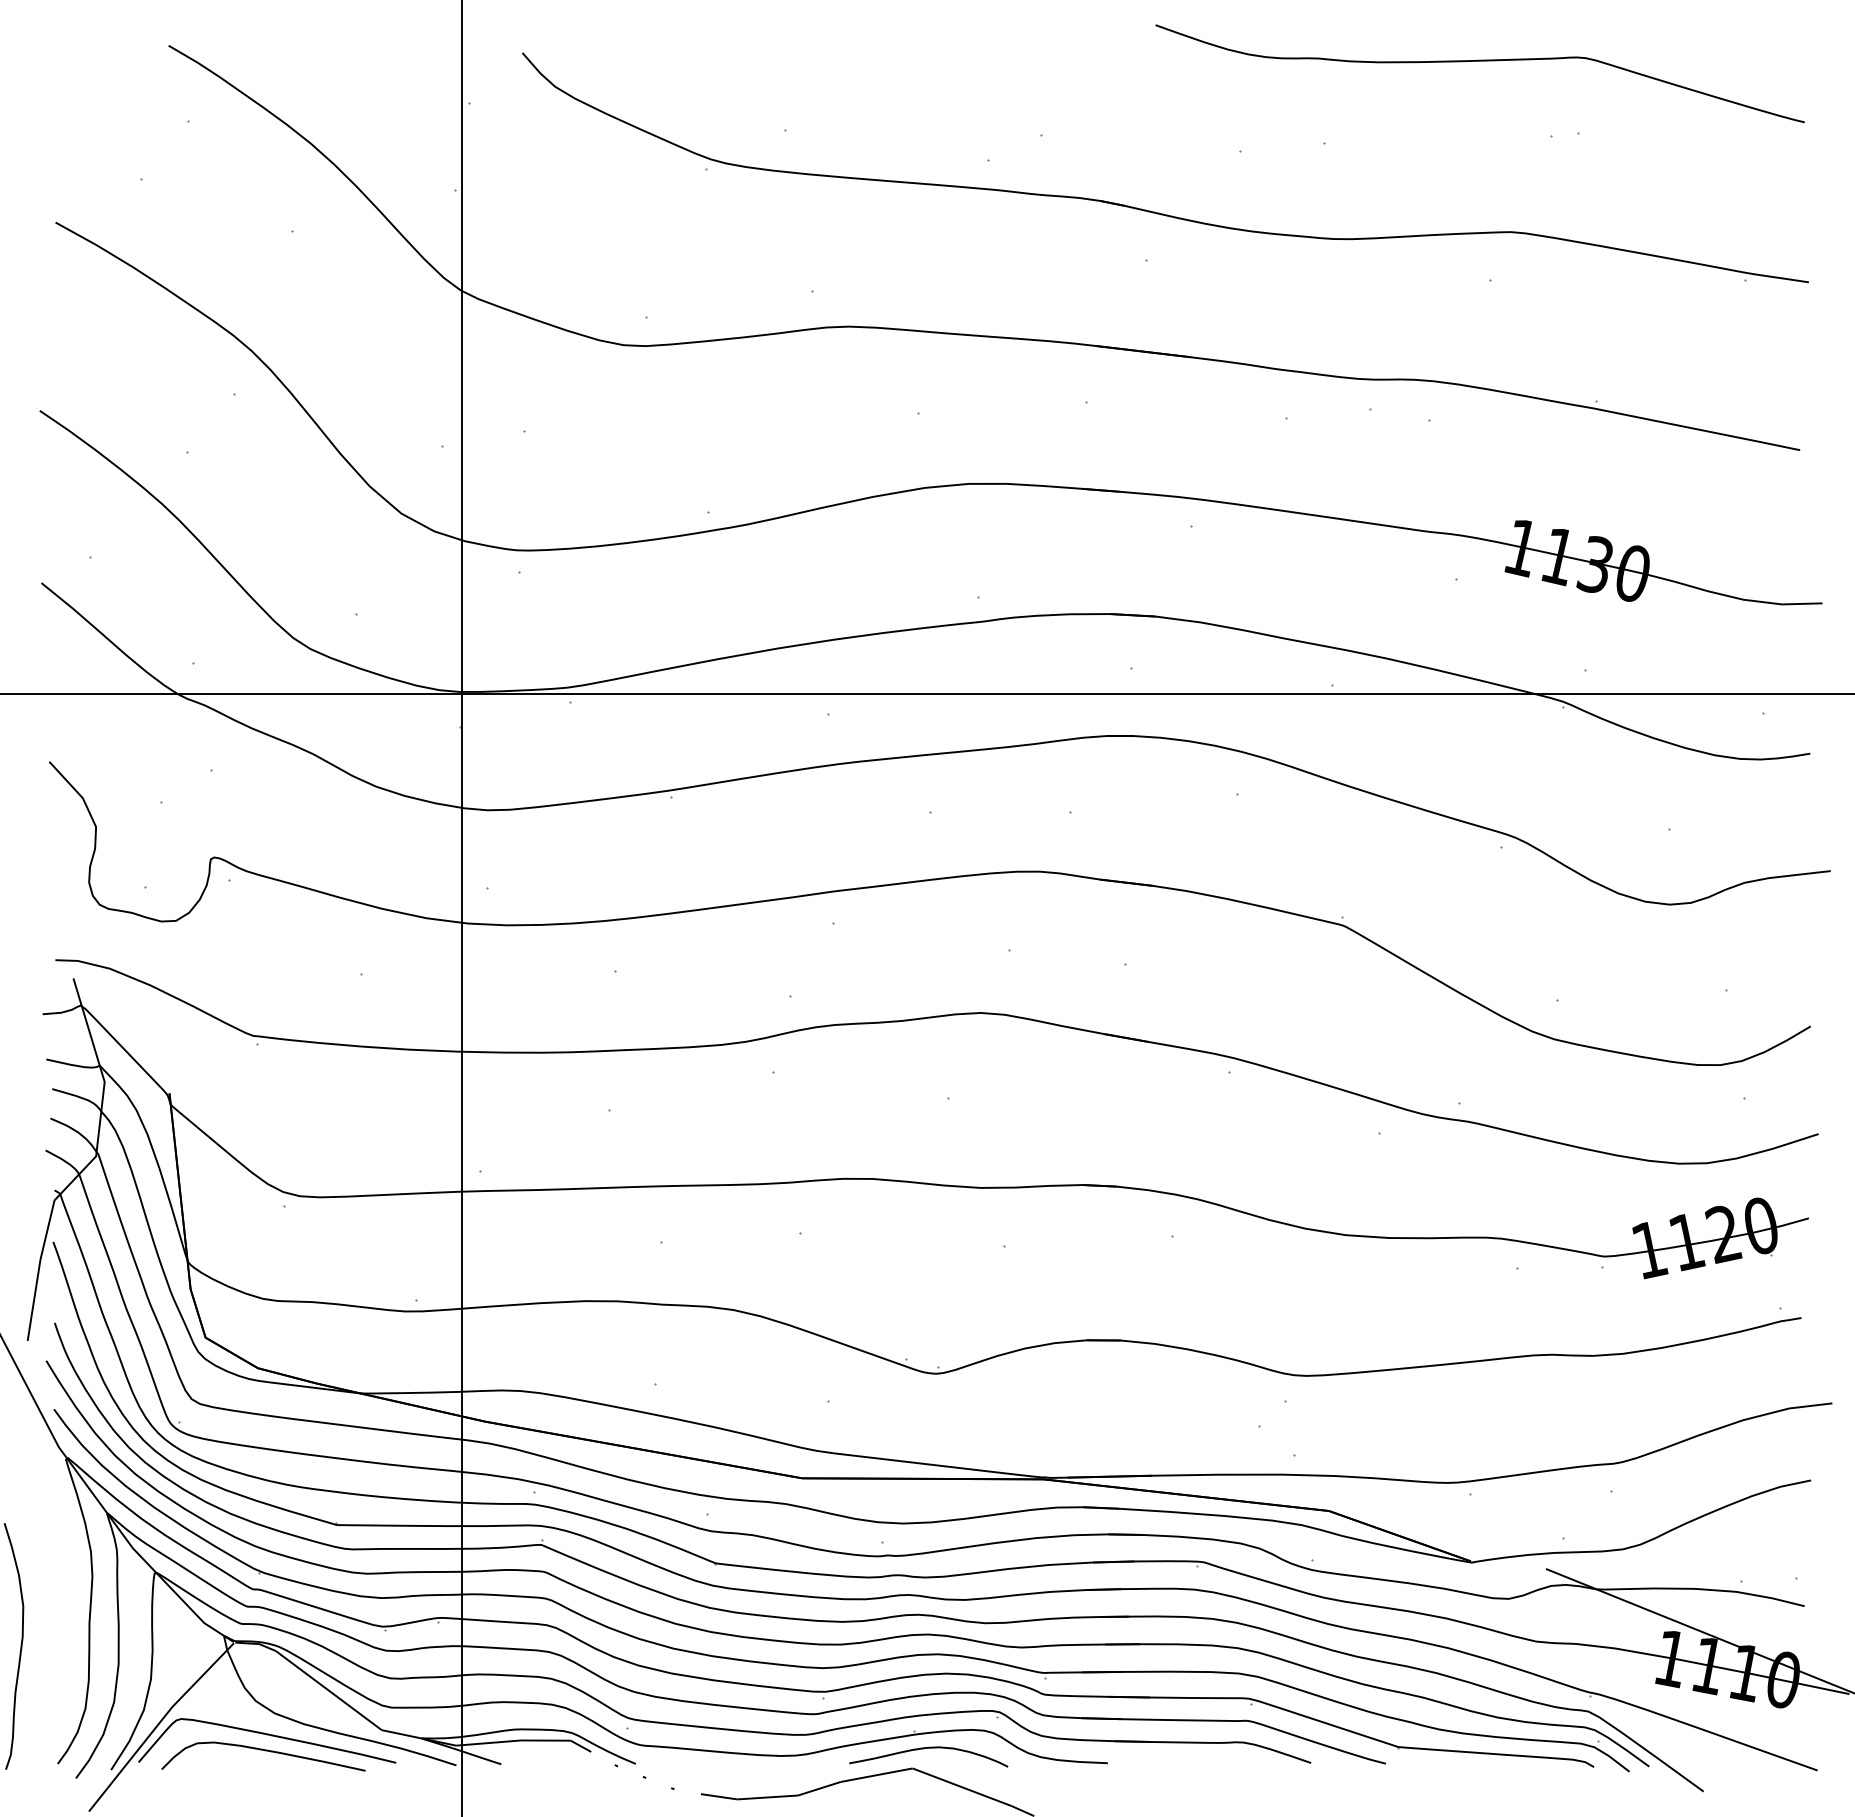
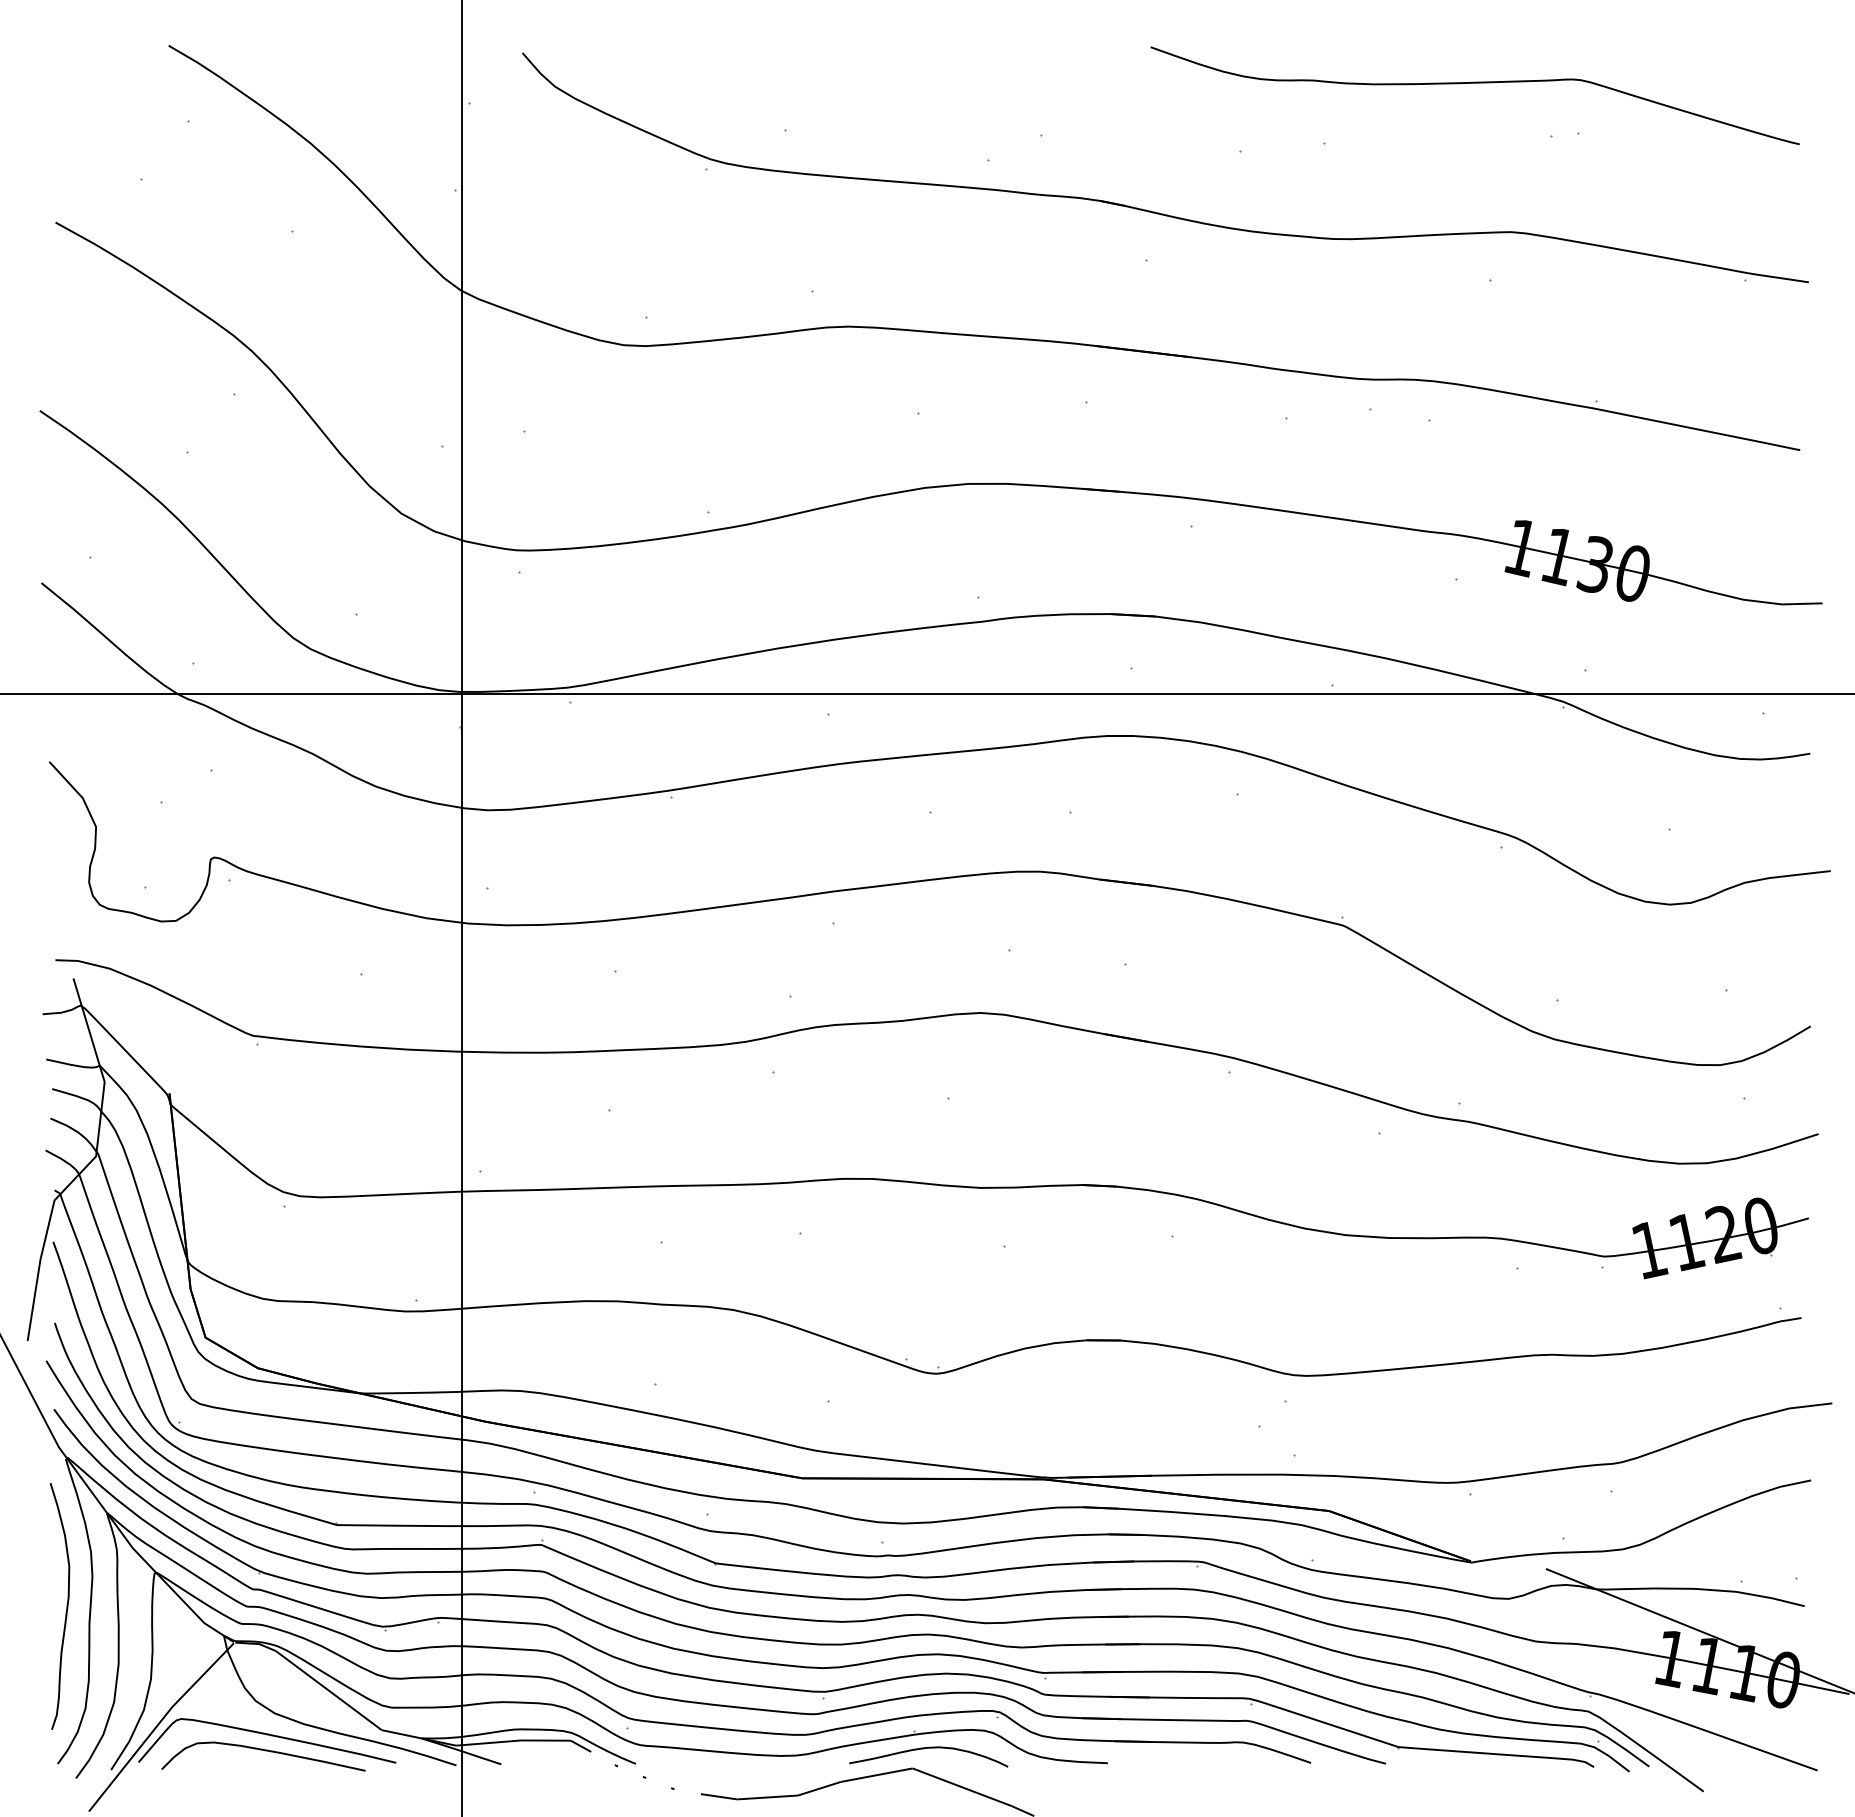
curve at (1479, 61) position: (1479, 61) -> (1474, 83)
curve at (20, 1646) position: (20, 1646) -> (66, 1606)
